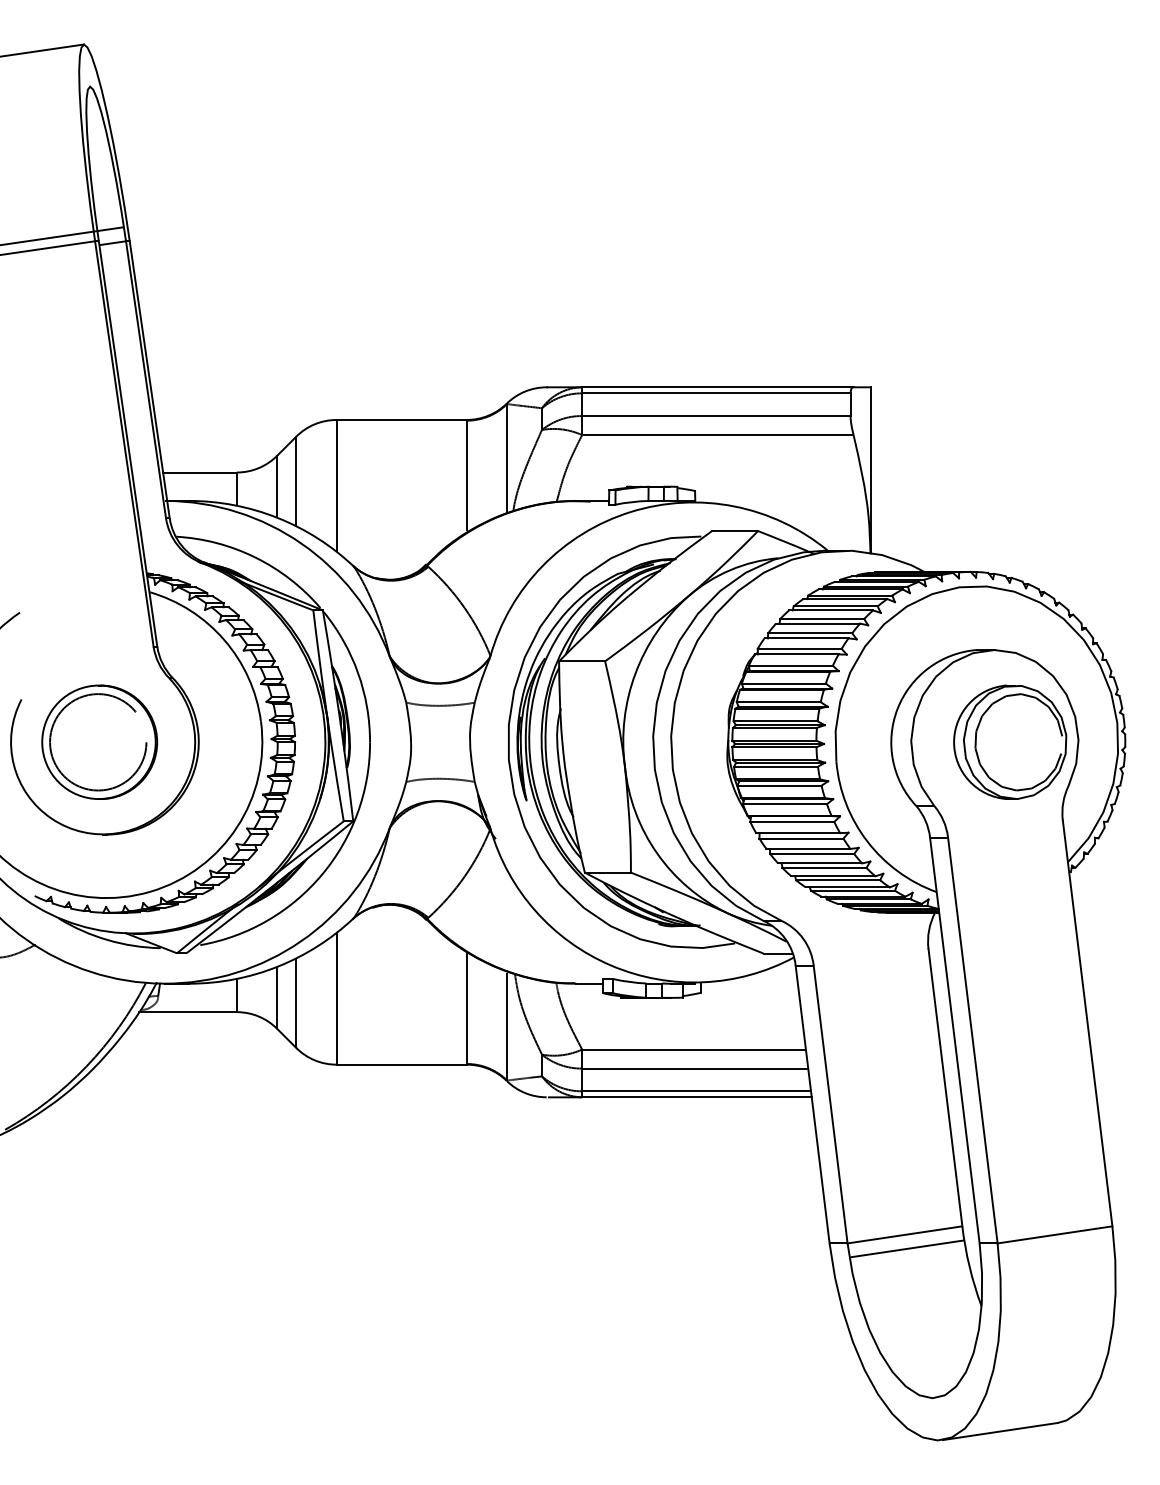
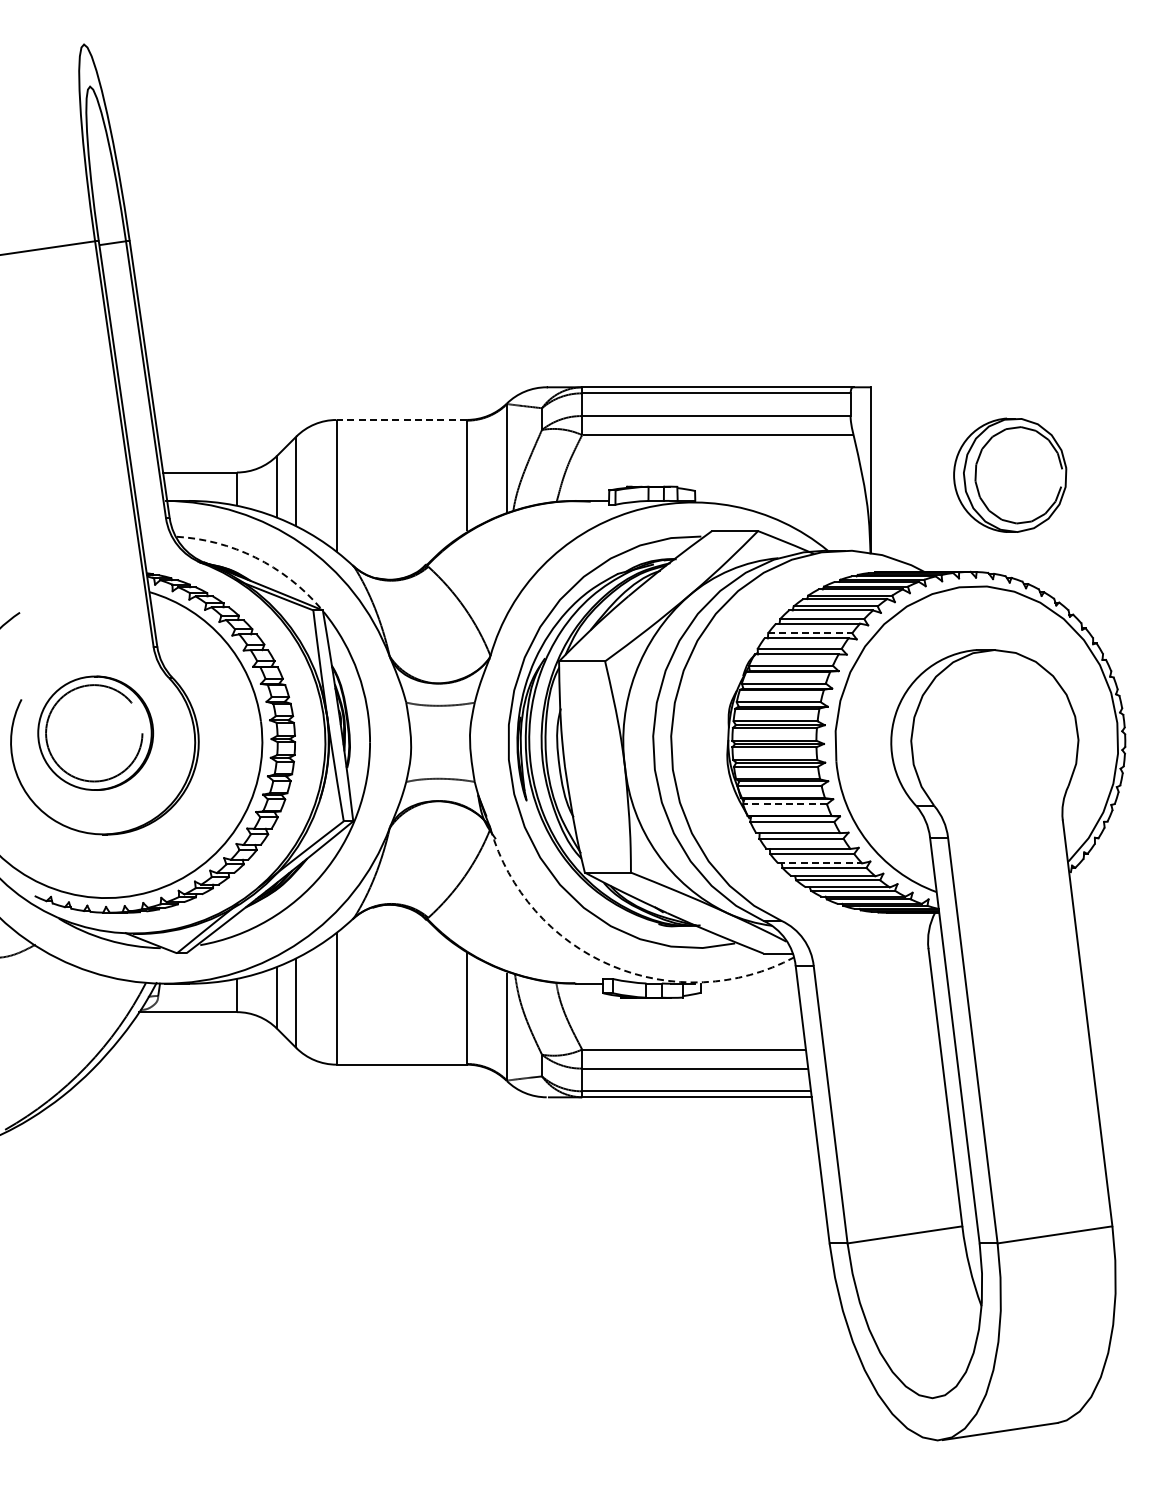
line at (42, 50): present -> none
line at (63, 235): present -> none
line at (401, 419): solid -> dashed
arc at (255, 557): solid -> dashed
line at (810, 633): solid -> dashed
part at (99, 741) position: (99, 741) -> (95, 732)
part at (1010, 741) position: (1010, 741) -> (1010, 474)
line at (784, 804): solid -> dashed
line at (820, 863): solid -> dashed
arc at (611, 965): solid -> dashed
line at (906, 1248): present -> none
